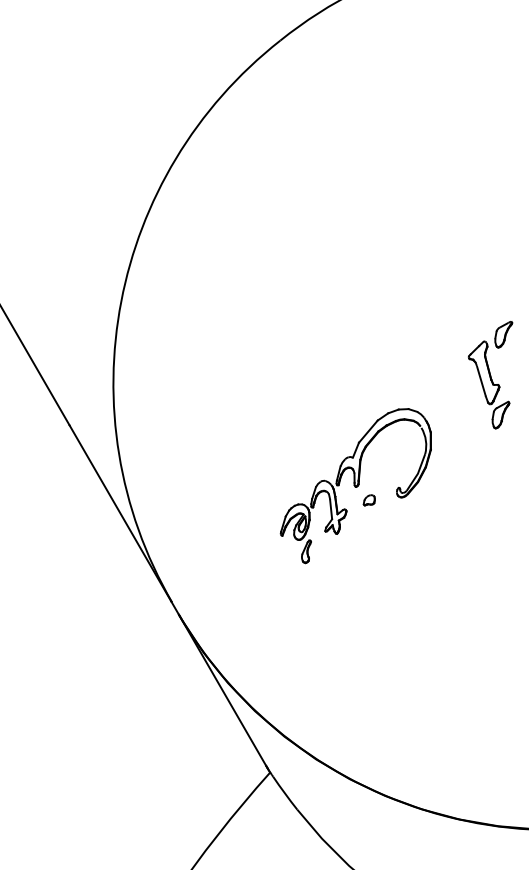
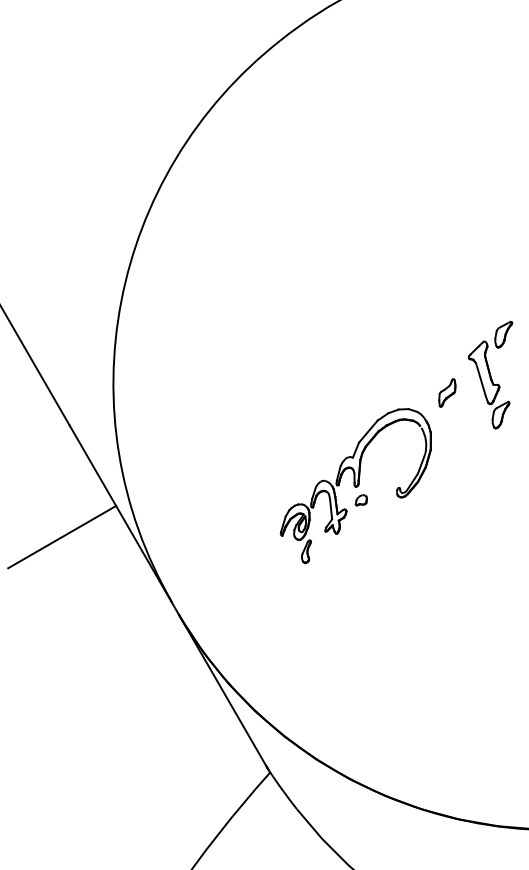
part at (447, 392): none -> present
part at (368, 500) position: (368, 500) -> (360, 500)
line at (62, 536): none -> present
